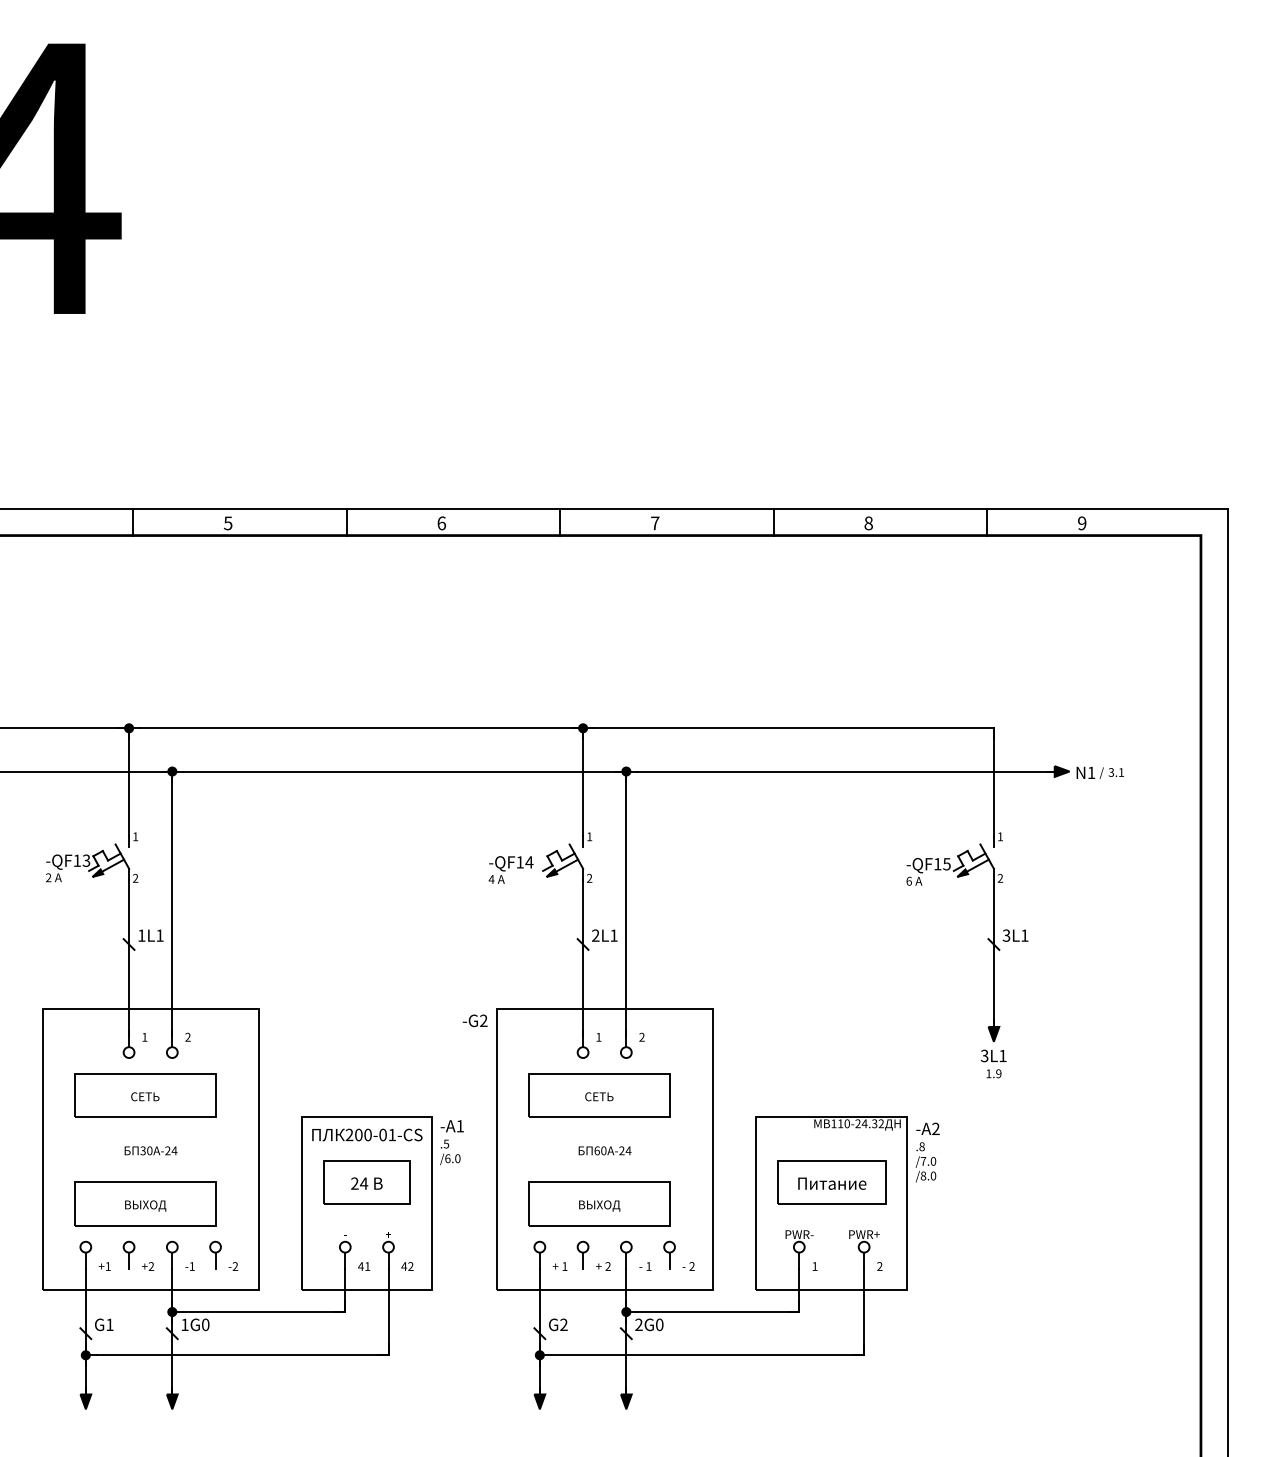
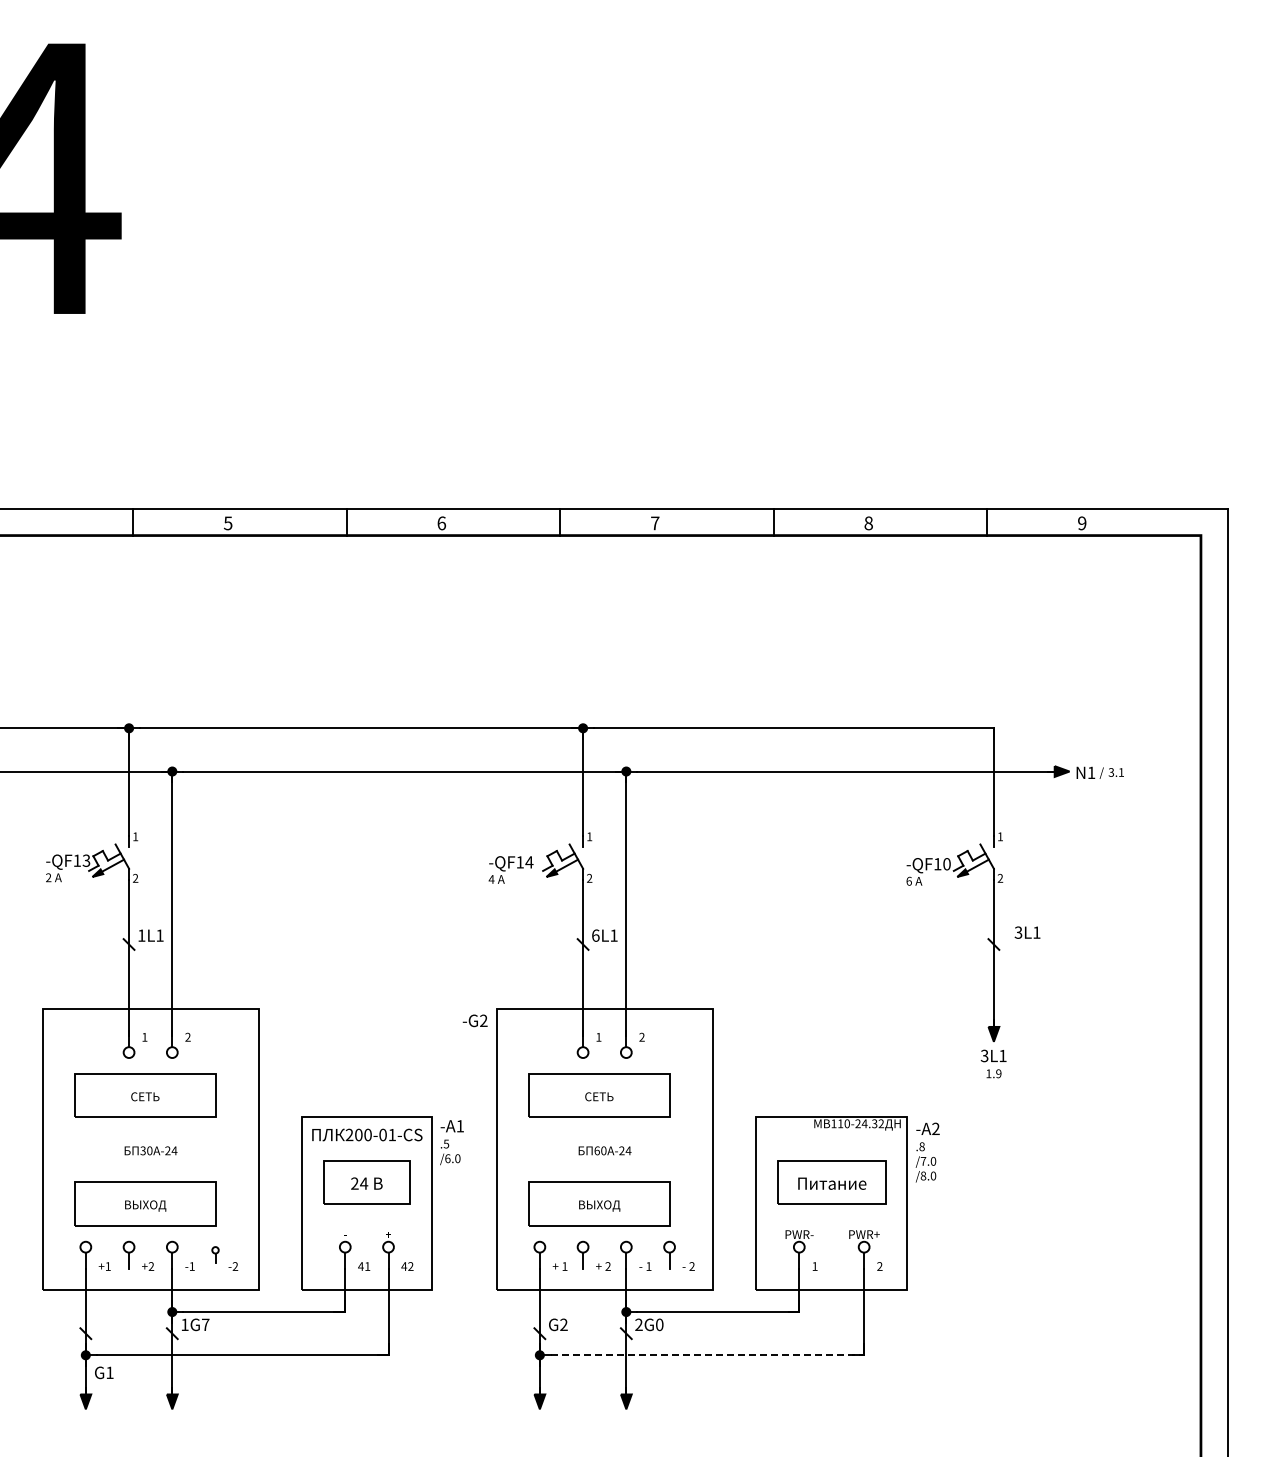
text at (946, 864): -QF15 -> -QF10
text at (595, 935): 2L1 -> 6L1
text at (1015, 935) position: (1015, 935) -> (1027, 932)
part at (215, 1254) size: 13x30 px -> 9x18 px
text at (104, 1324) position: (104, 1324) -> (104, 1372)
text at (205, 1324): 1G0 -> 1G7
line at (707, 1355): solid -> dashed
